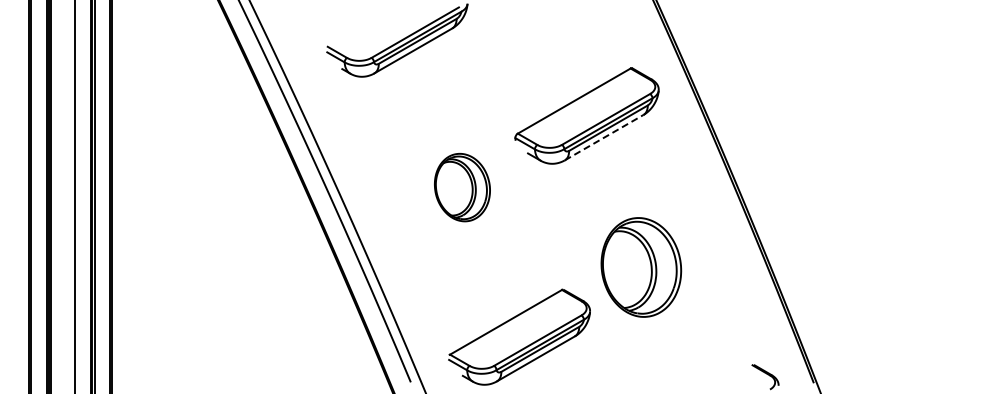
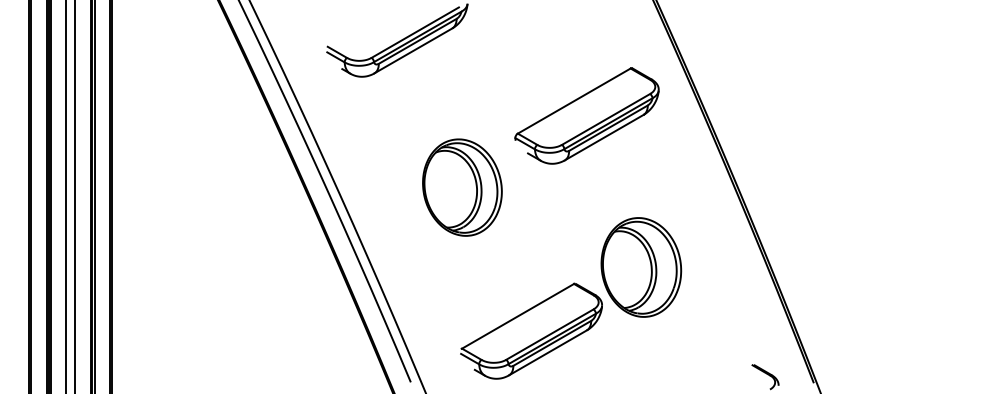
line at (604, 137): dashed -> solid
part at (462, 187) size: 57x70 px -> 81x99 px
line at (65, 196): none -> present
part at (519, 336) position: (519, 336) -> (531, 330)
